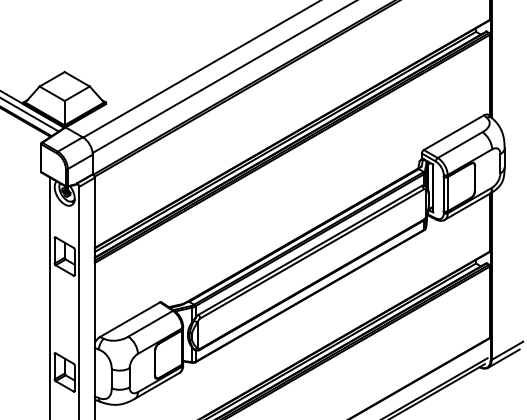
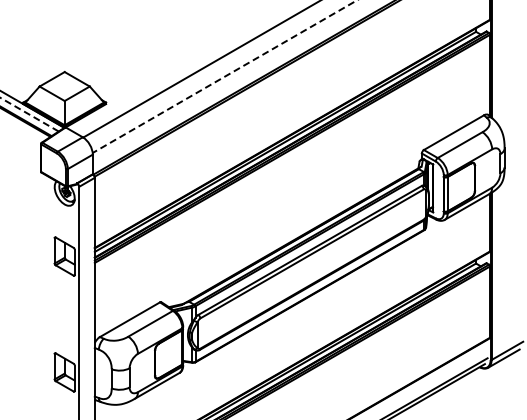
line at (224, 76): solid -> dashed
line at (29, 114): solid -> dashed
line at (50, 296): present -> none
